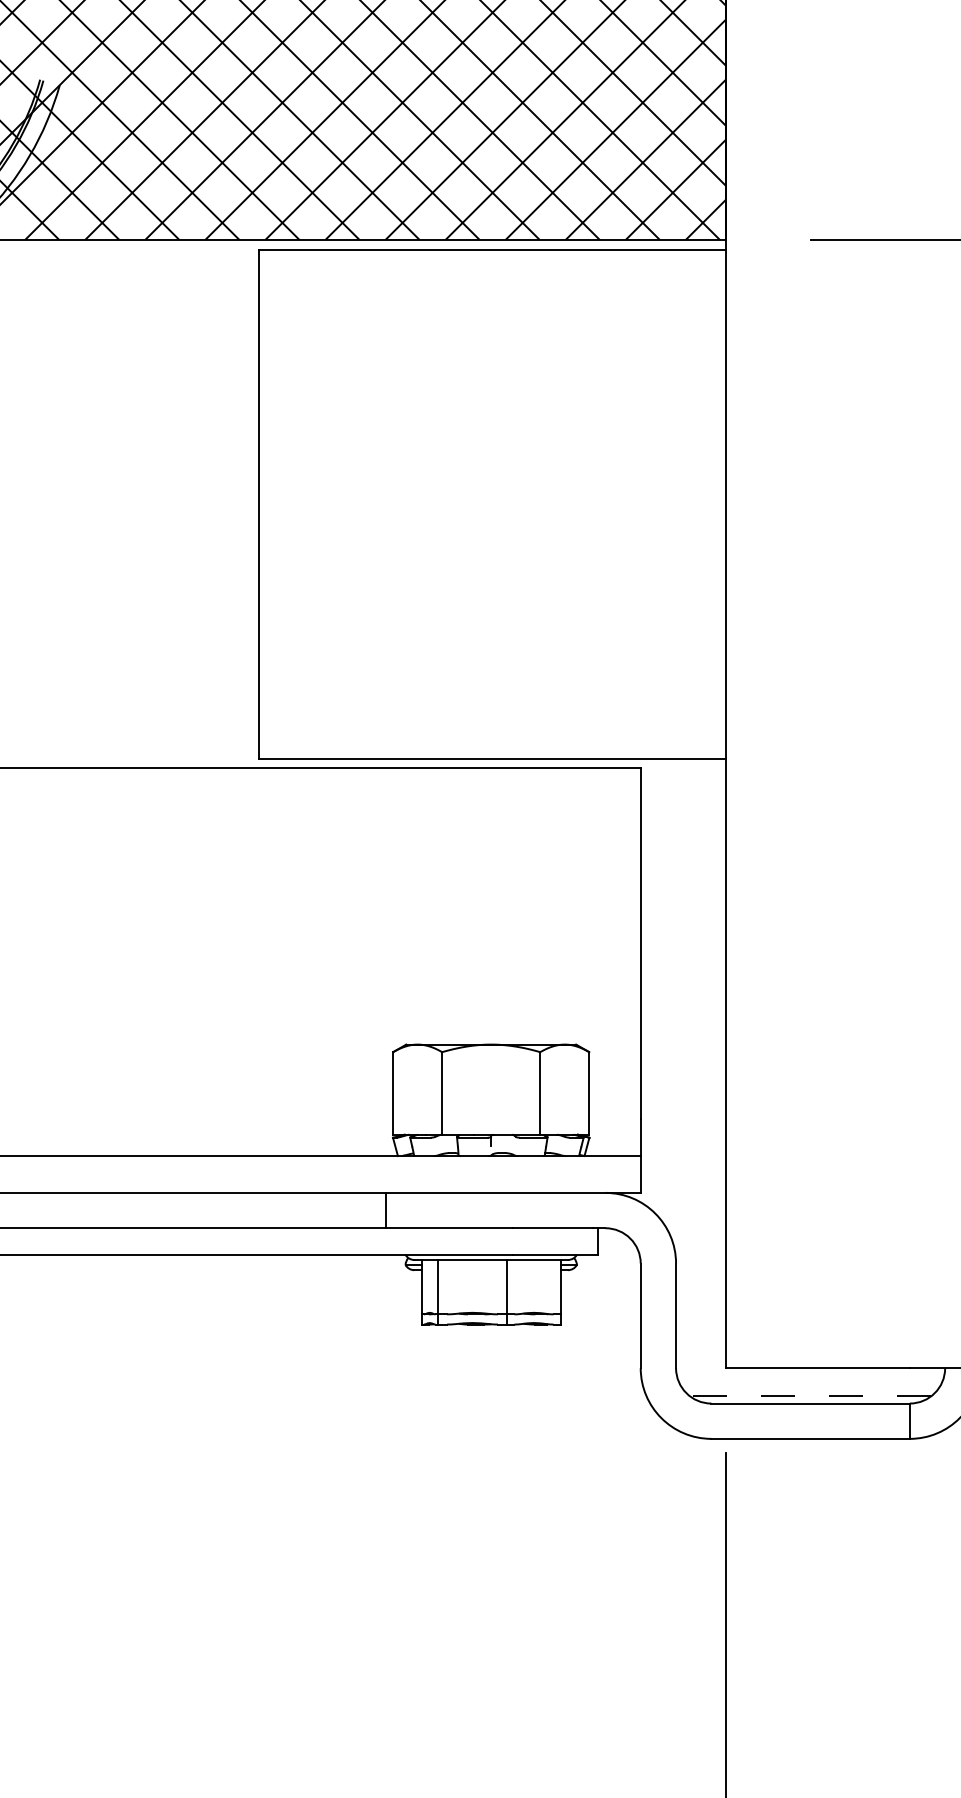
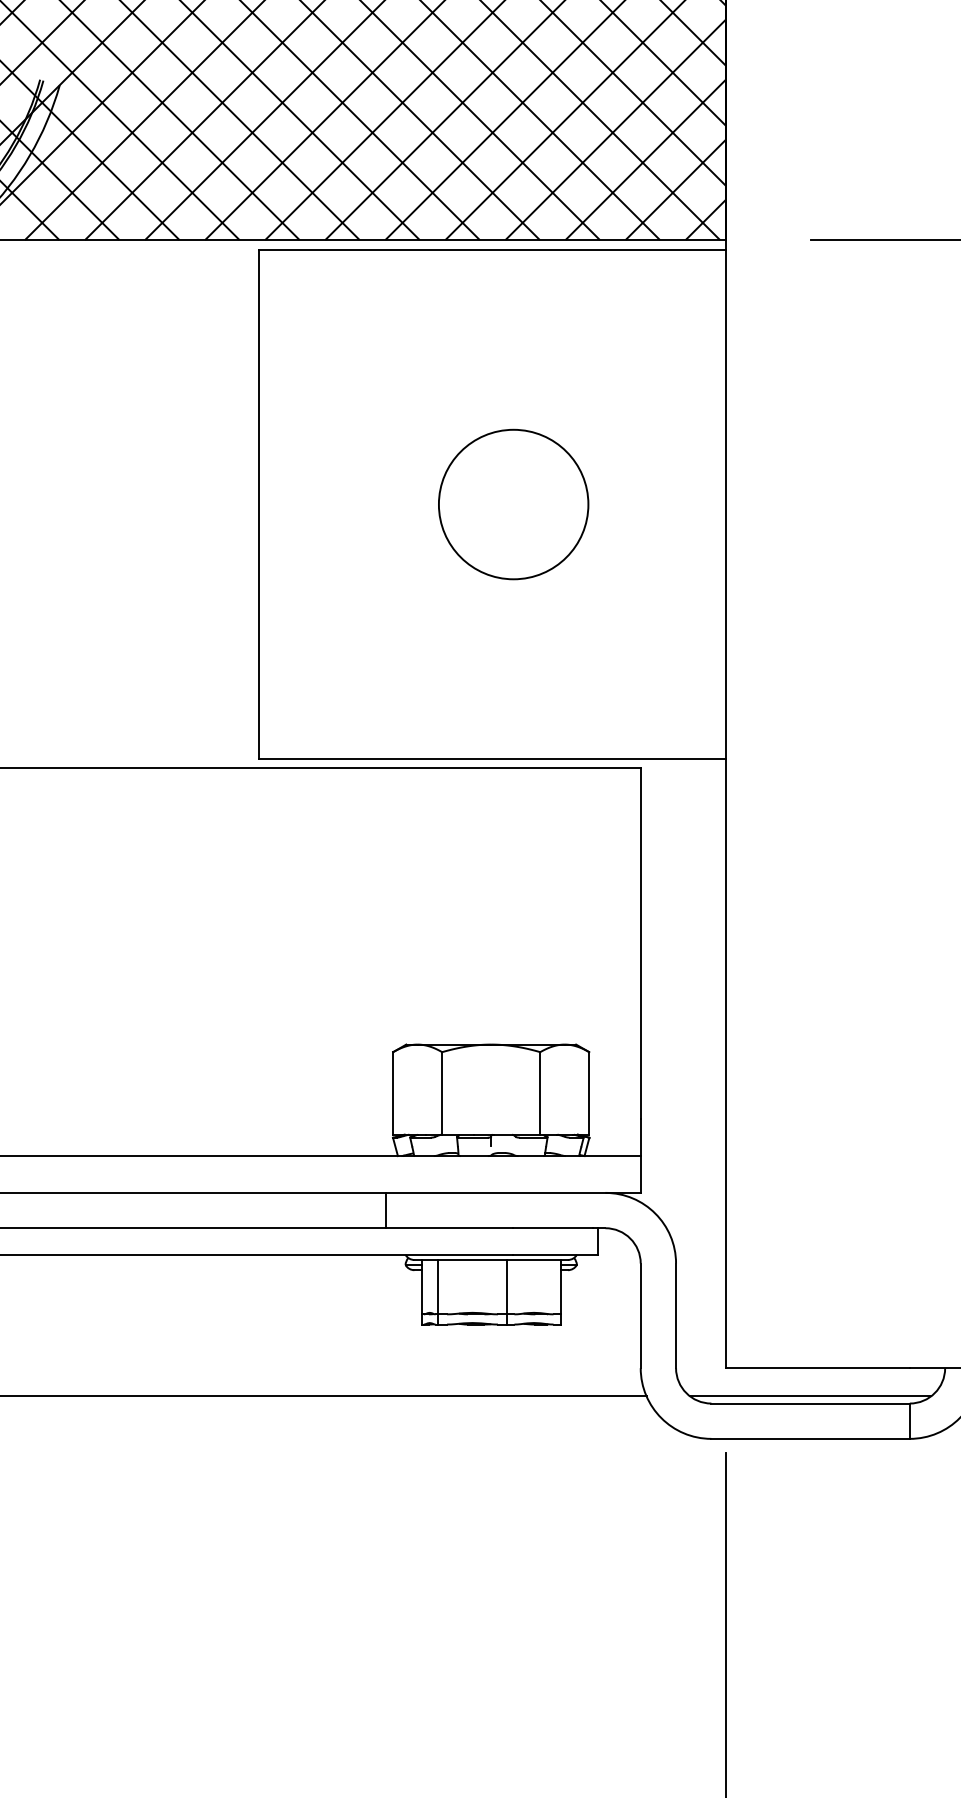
circle at (513, 504): none -> present
line at (324, 1396): none -> present
line at (810, 1396): dashed -> solid
